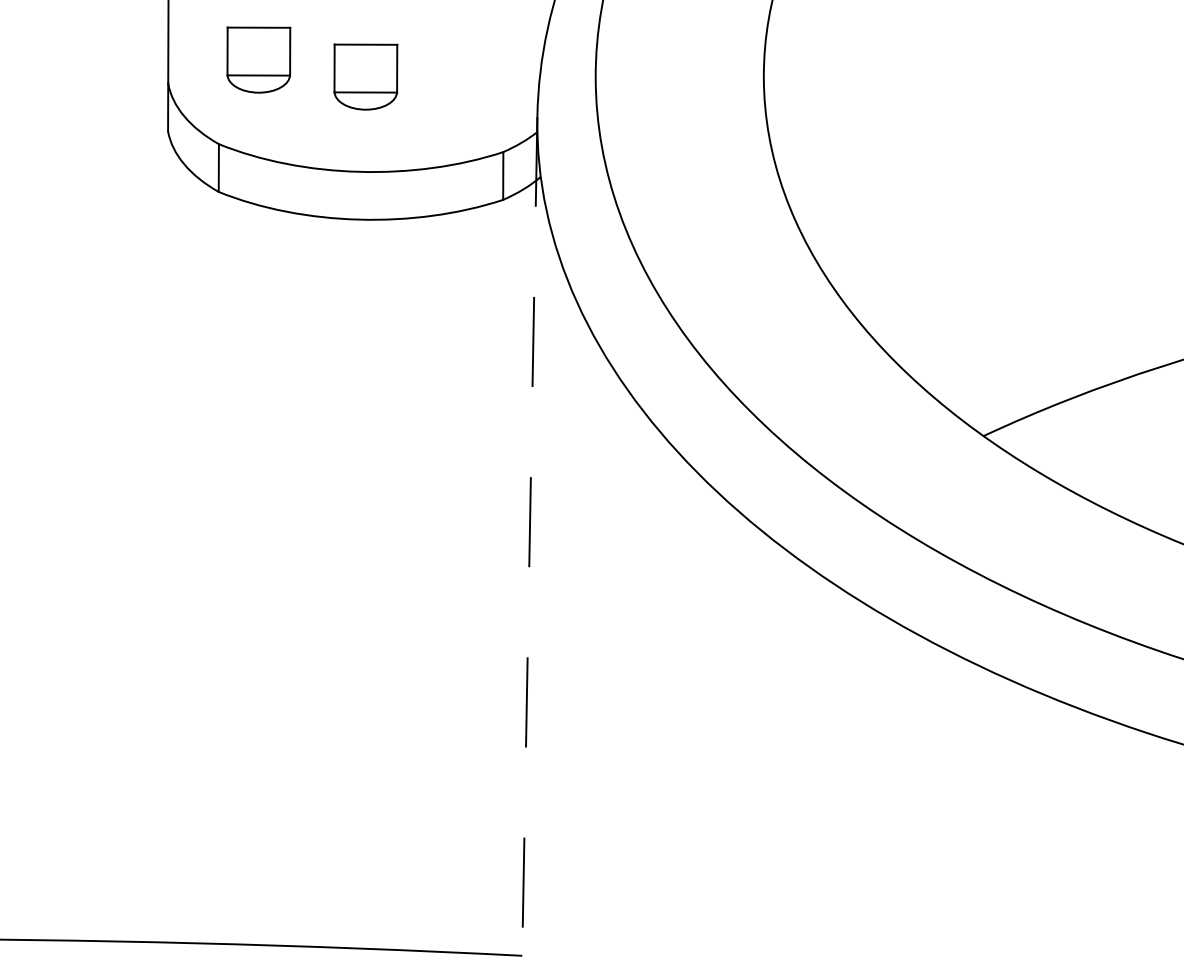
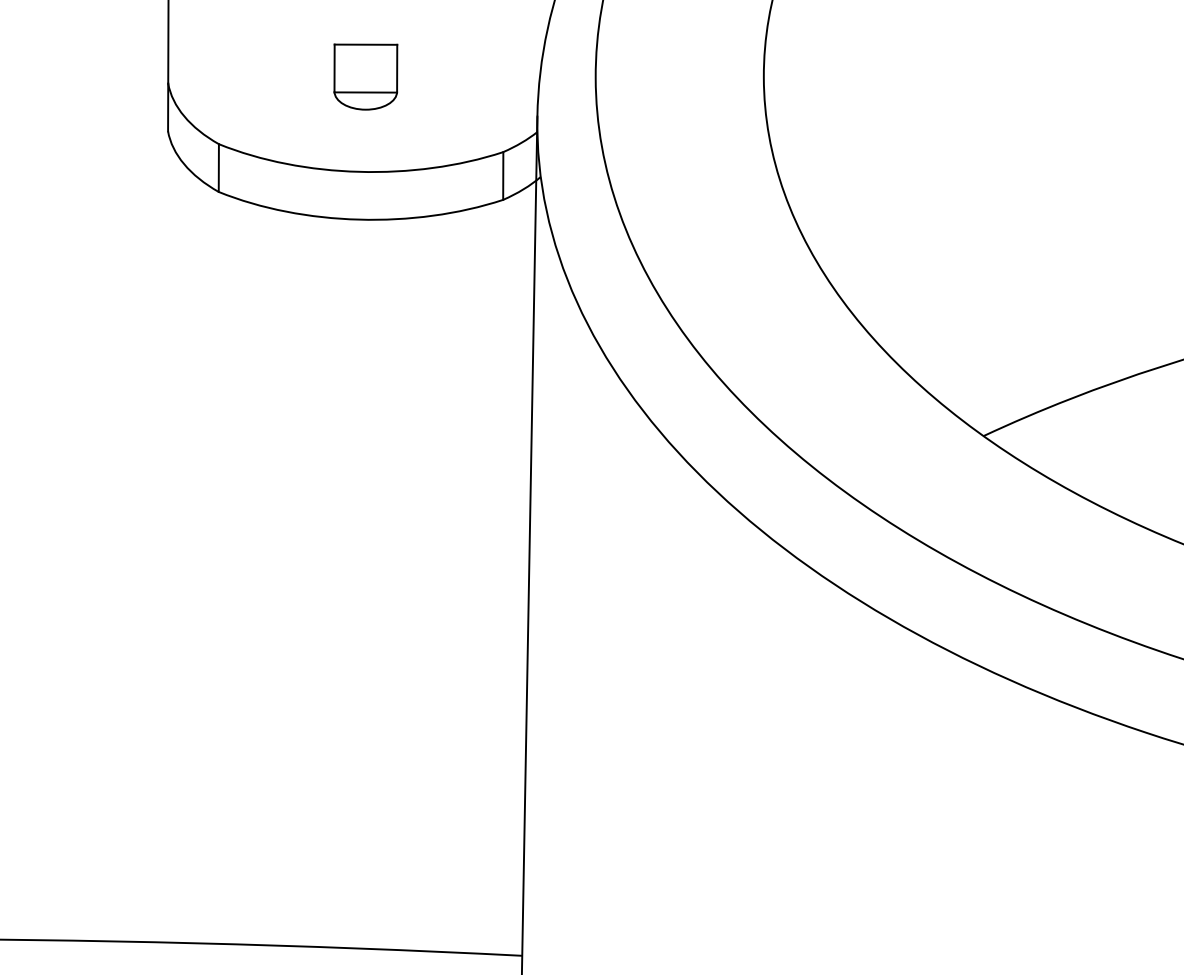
part at (258, 59): present -> none
line at (529, 545): dashed -> solid
